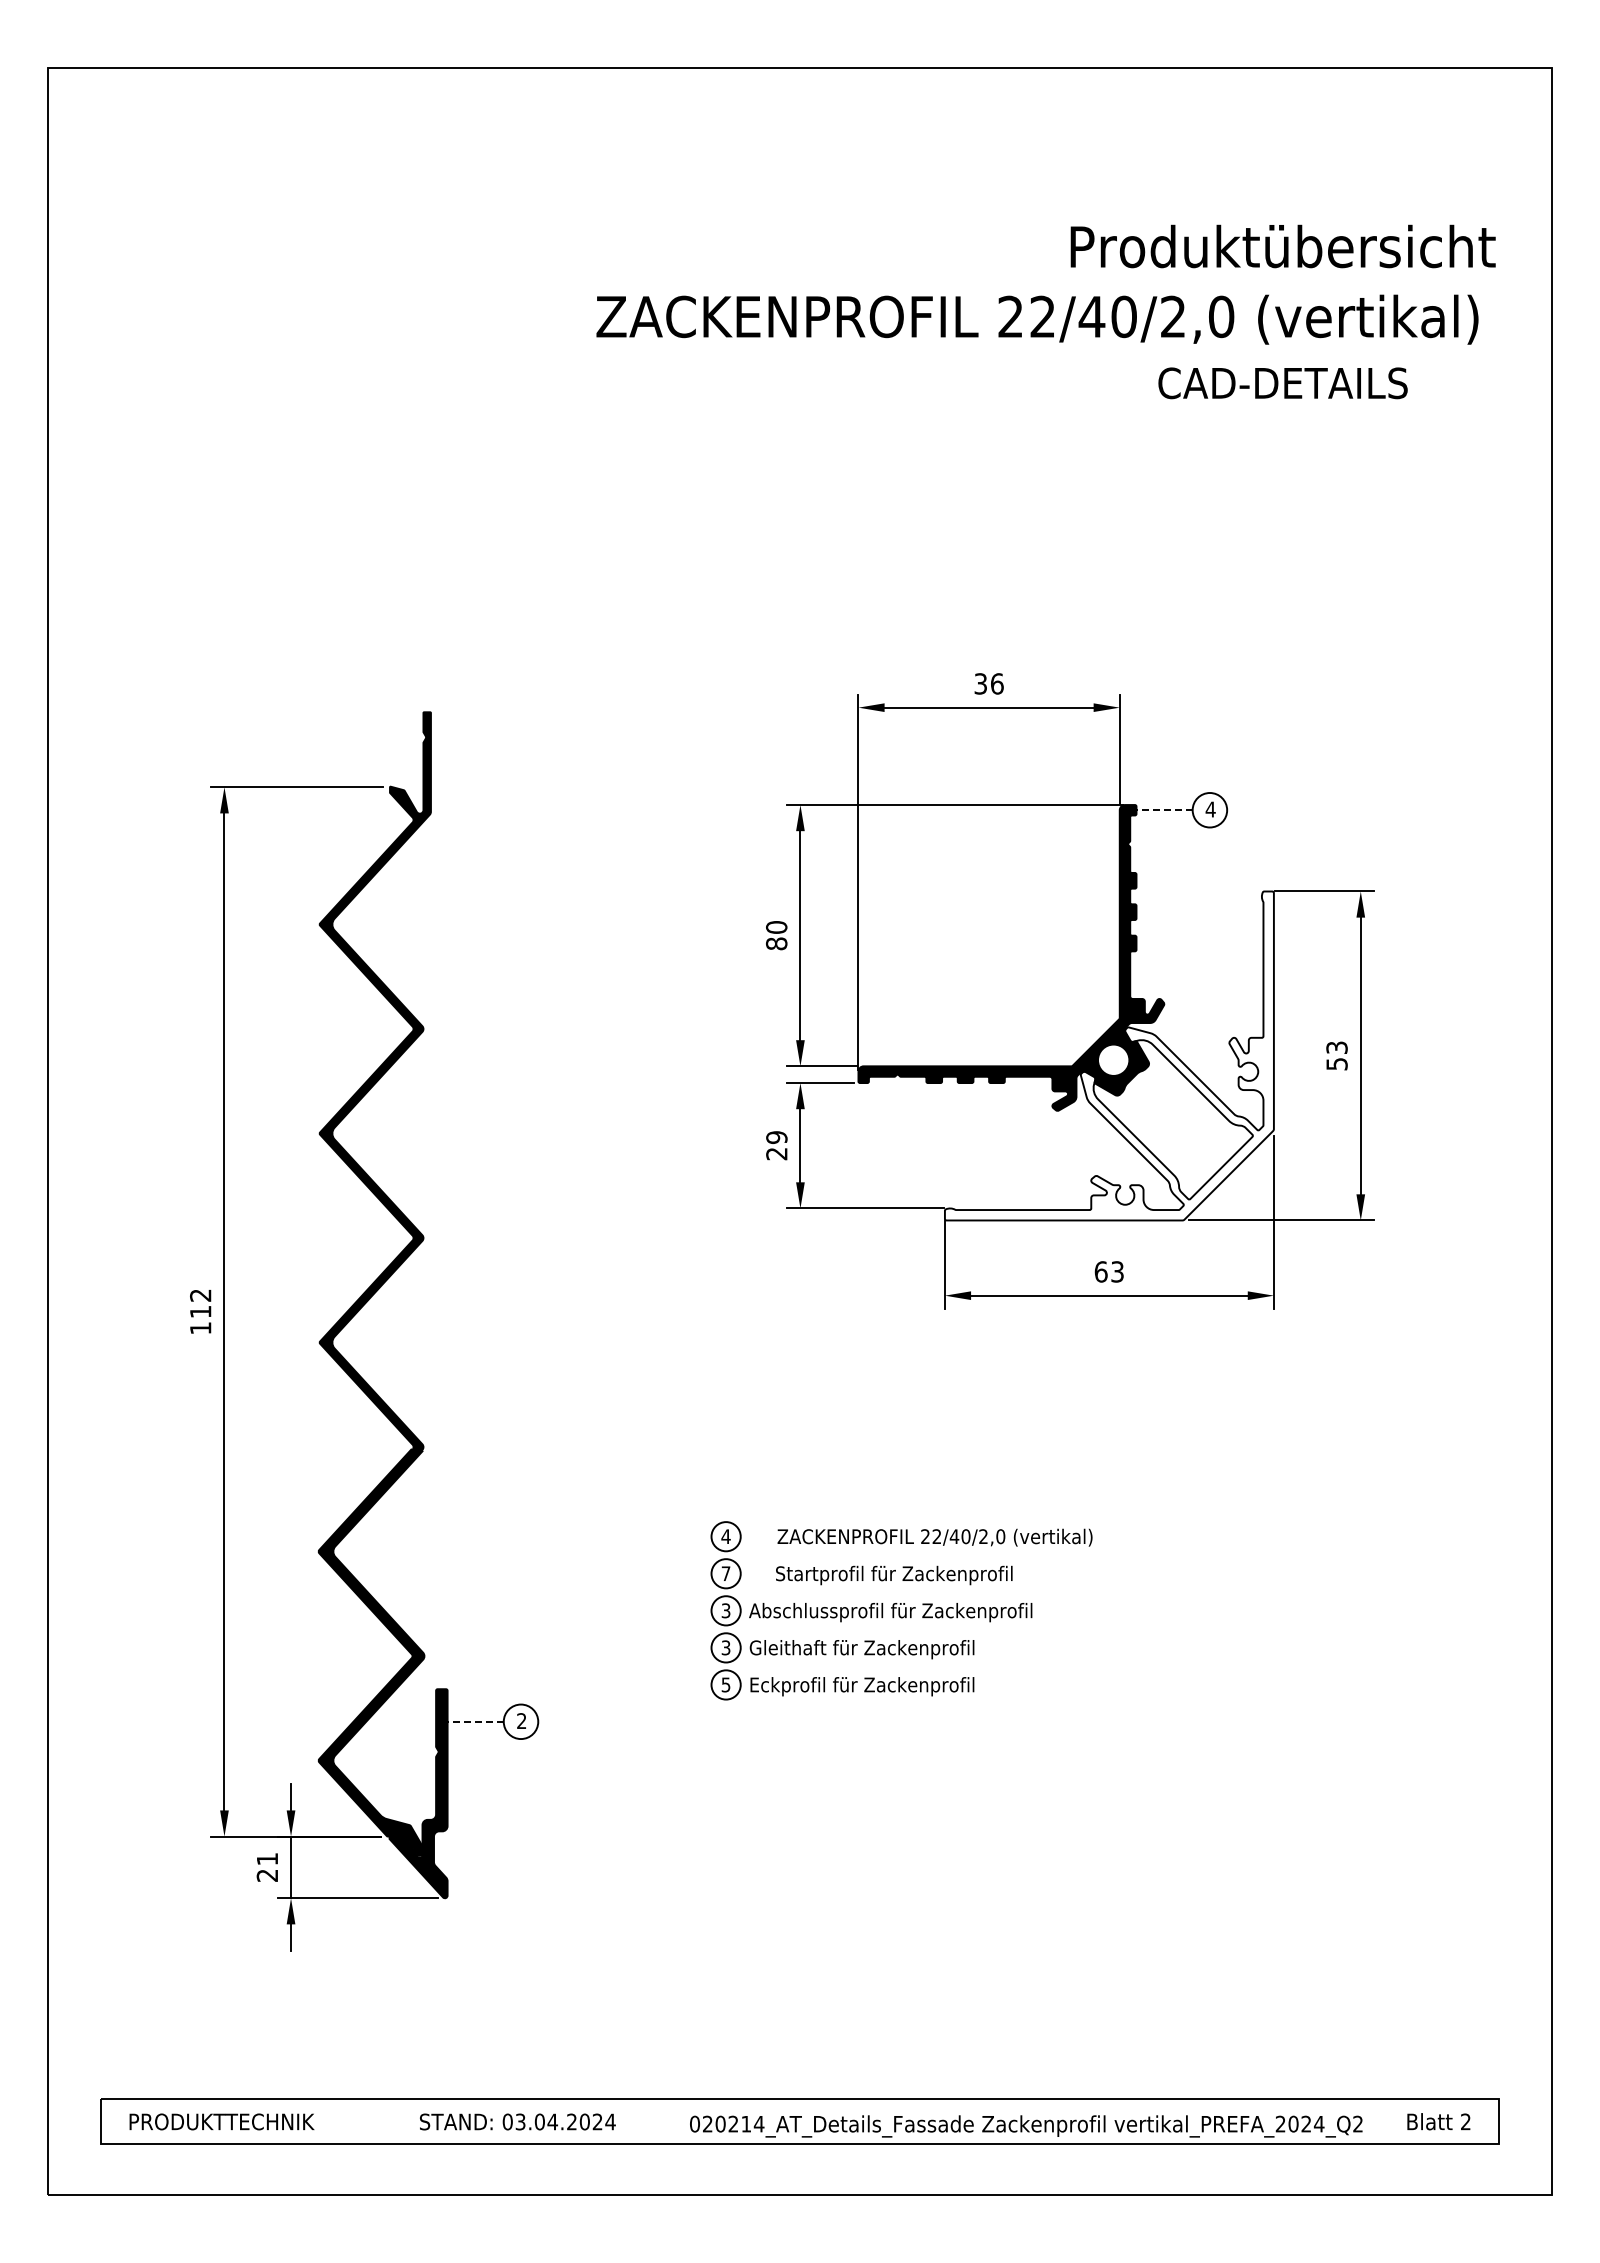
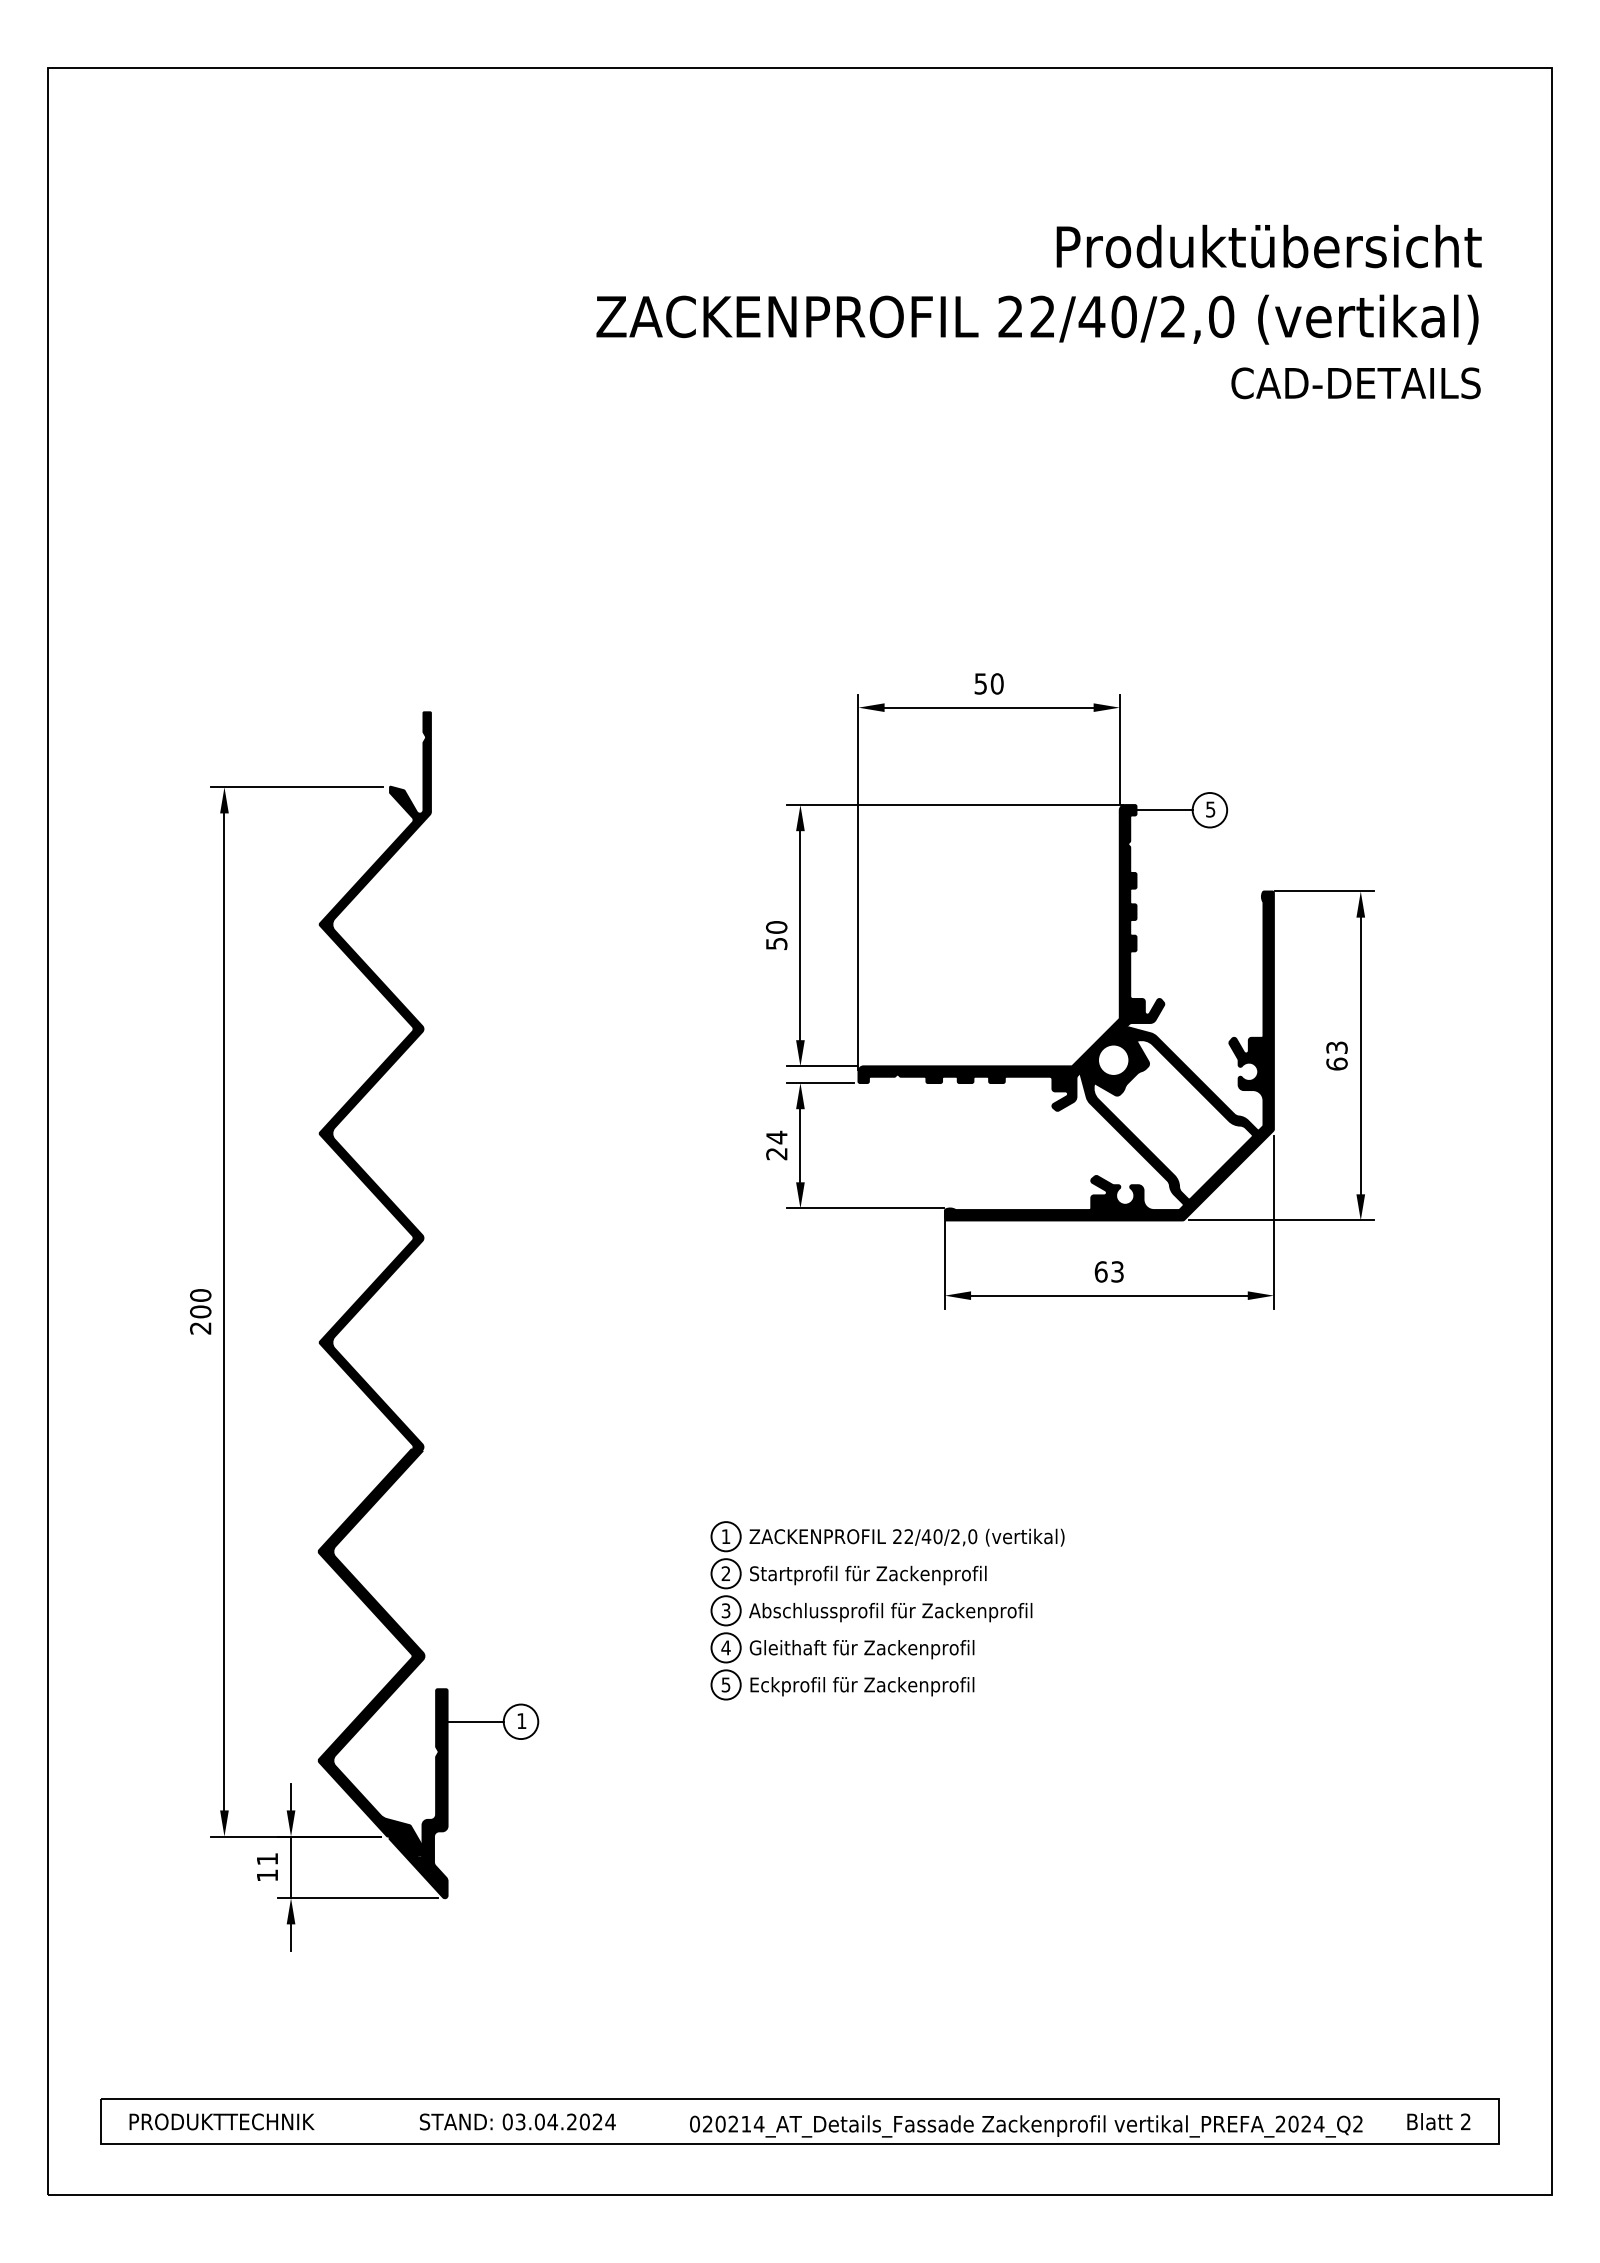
text at (1282, 246) position: (1282, 246) -> (1268, 246)
text at (1282, 383) position: (1282, 383) -> (1355, 383)
text at (989, 683): 36 -> 50
text at (1210, 809): 4 -> 5
line at (1164, 810): dashed -> solid
text at (776, 943): 80 -> 50
fill at (1108, 1055): none -> present
text at (1336, 1063): 53 -> 63
text at (776, 1137): 29 -> 24
text at (200, 1311): 112 -> 200
text at (725, 1536): 4 -> 1
text at (934, 1537) position: (934, 1537) -> (906, 1537)
text at (725, 1573): 7 -> 2
text at (894, 1575) position: (894, 1575) -> (868, 1575)
text at (725, 1647): 3 -> 4
text at (521, 1720): 2 -> 1
line at (475, 1721): dashed -> solid
text at (266, 1875): 21 -> 11
